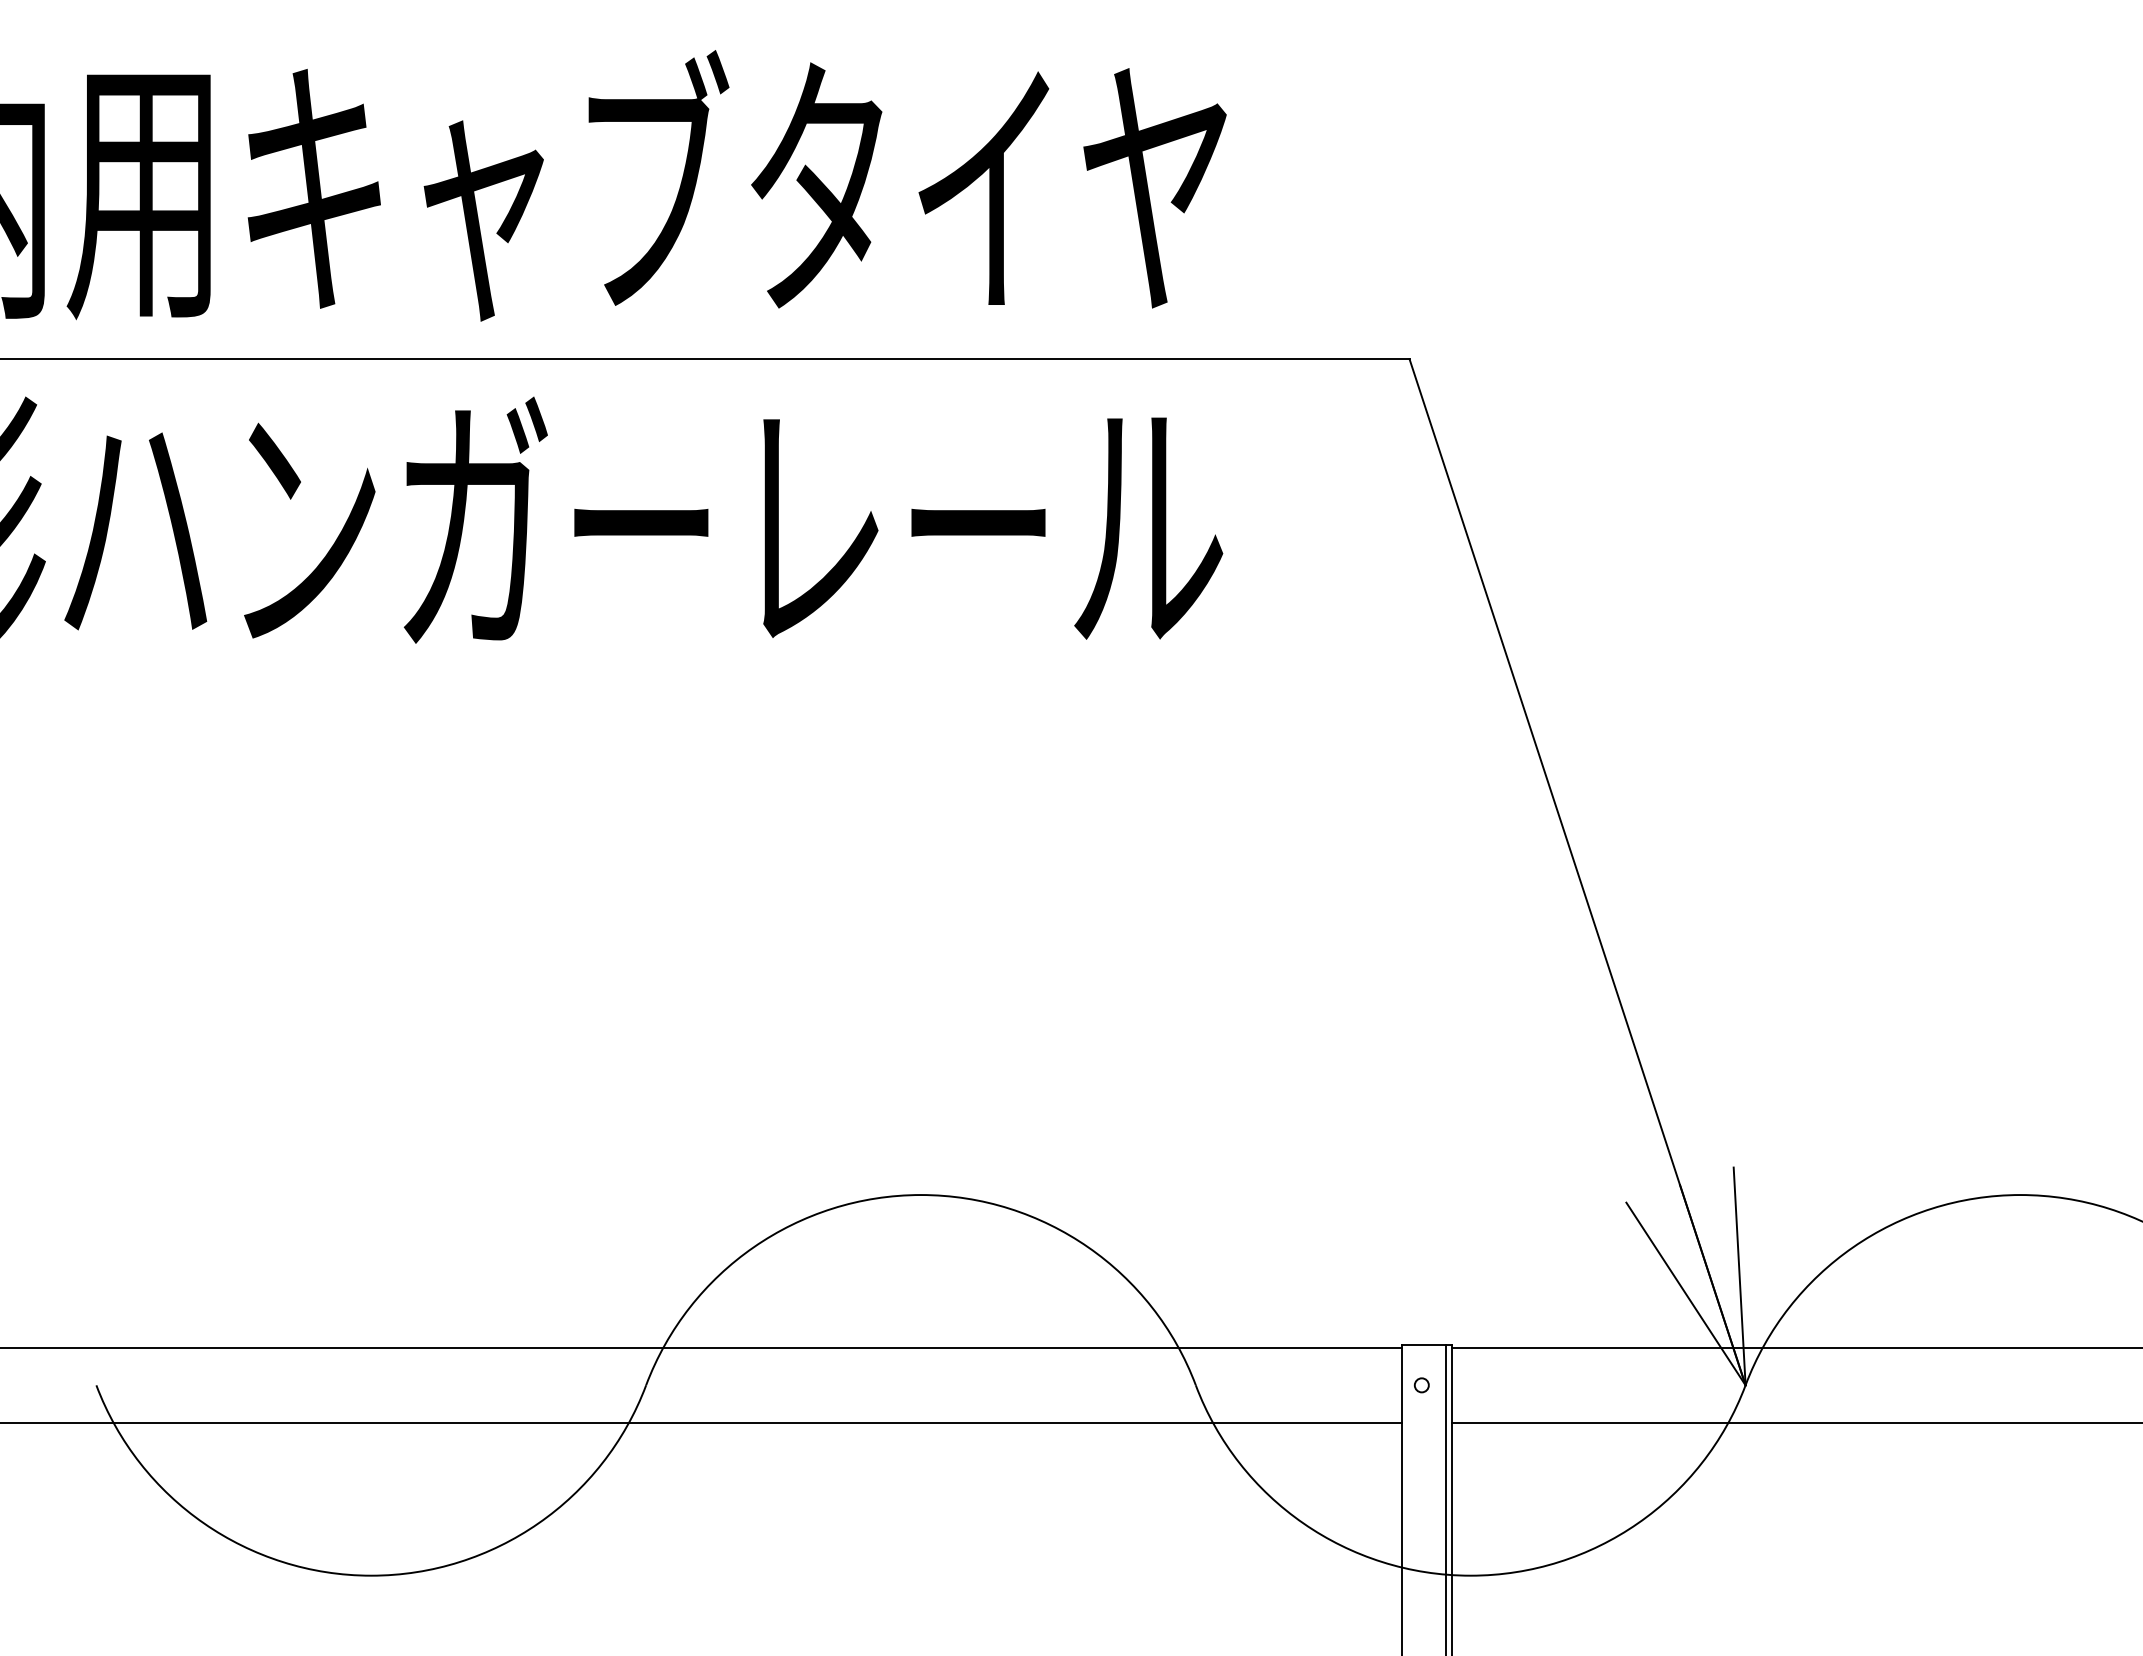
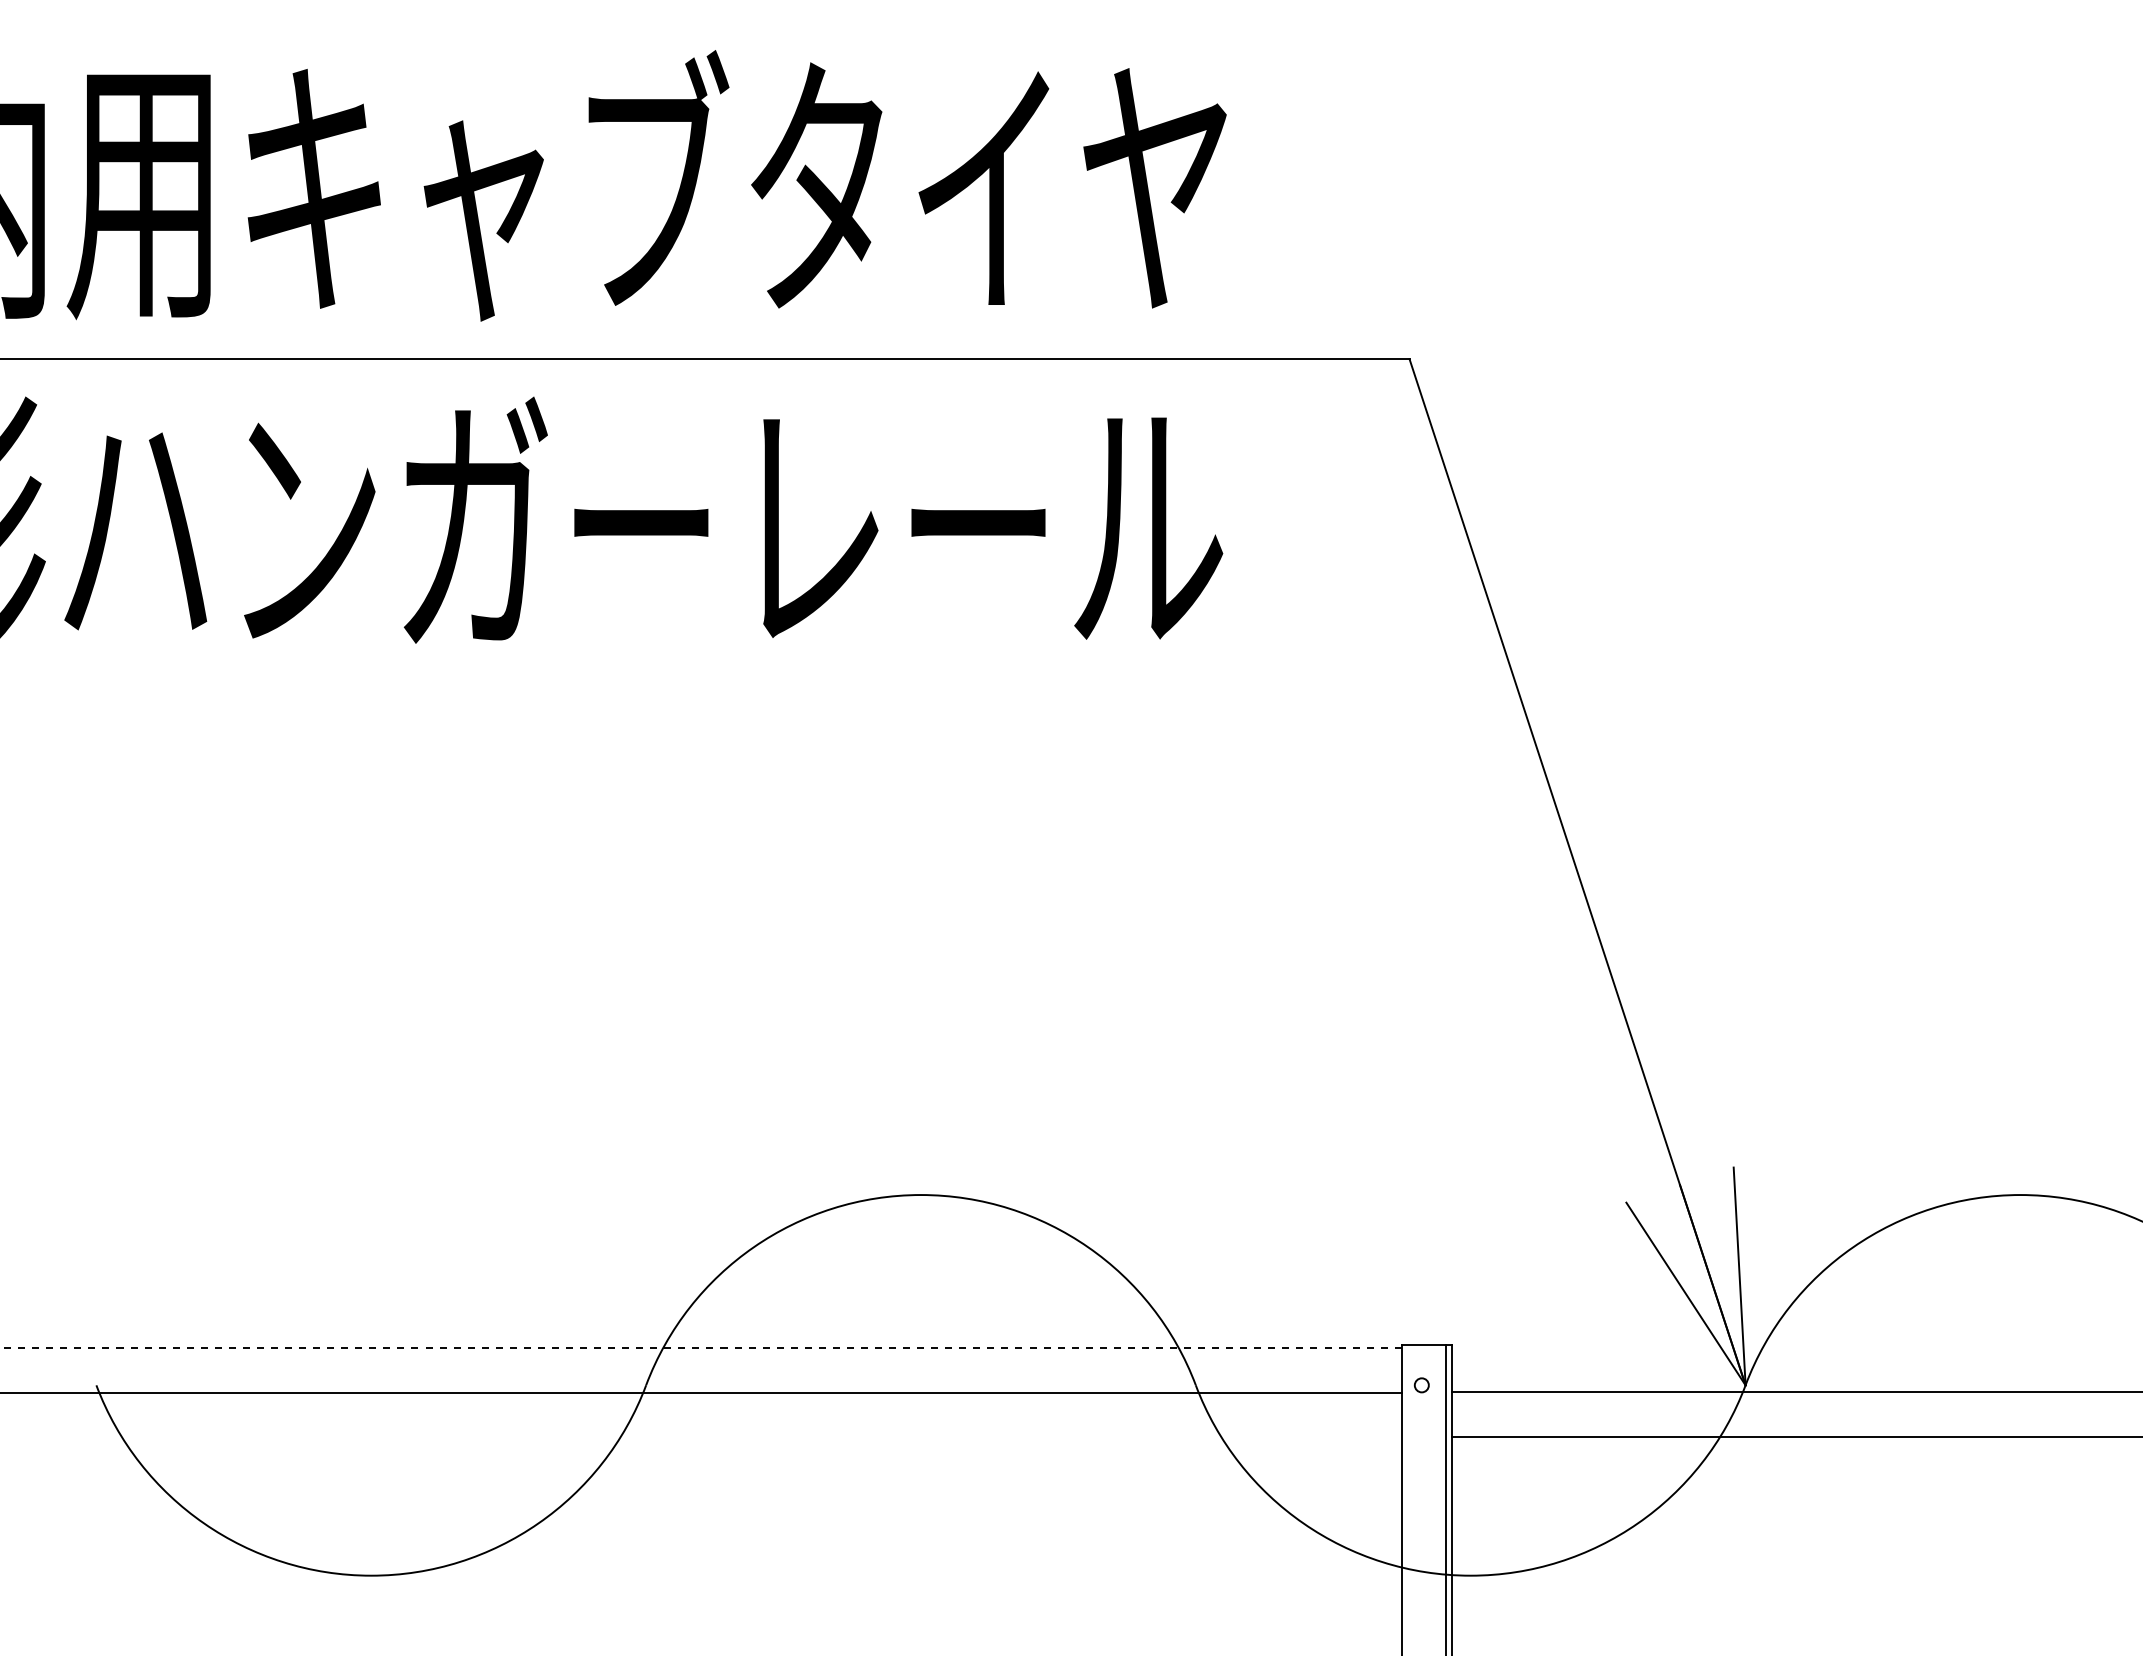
line at (700, 1347): solid -> dashed
line at (1795, 1347) position: (1795, 1347) -> (1795, 1391)
line at (701, 1423) position: (701, 1423) -> (701, 1393)
line at (1795, 1423) position: (1795, 1423) -> (1795, 1437)
